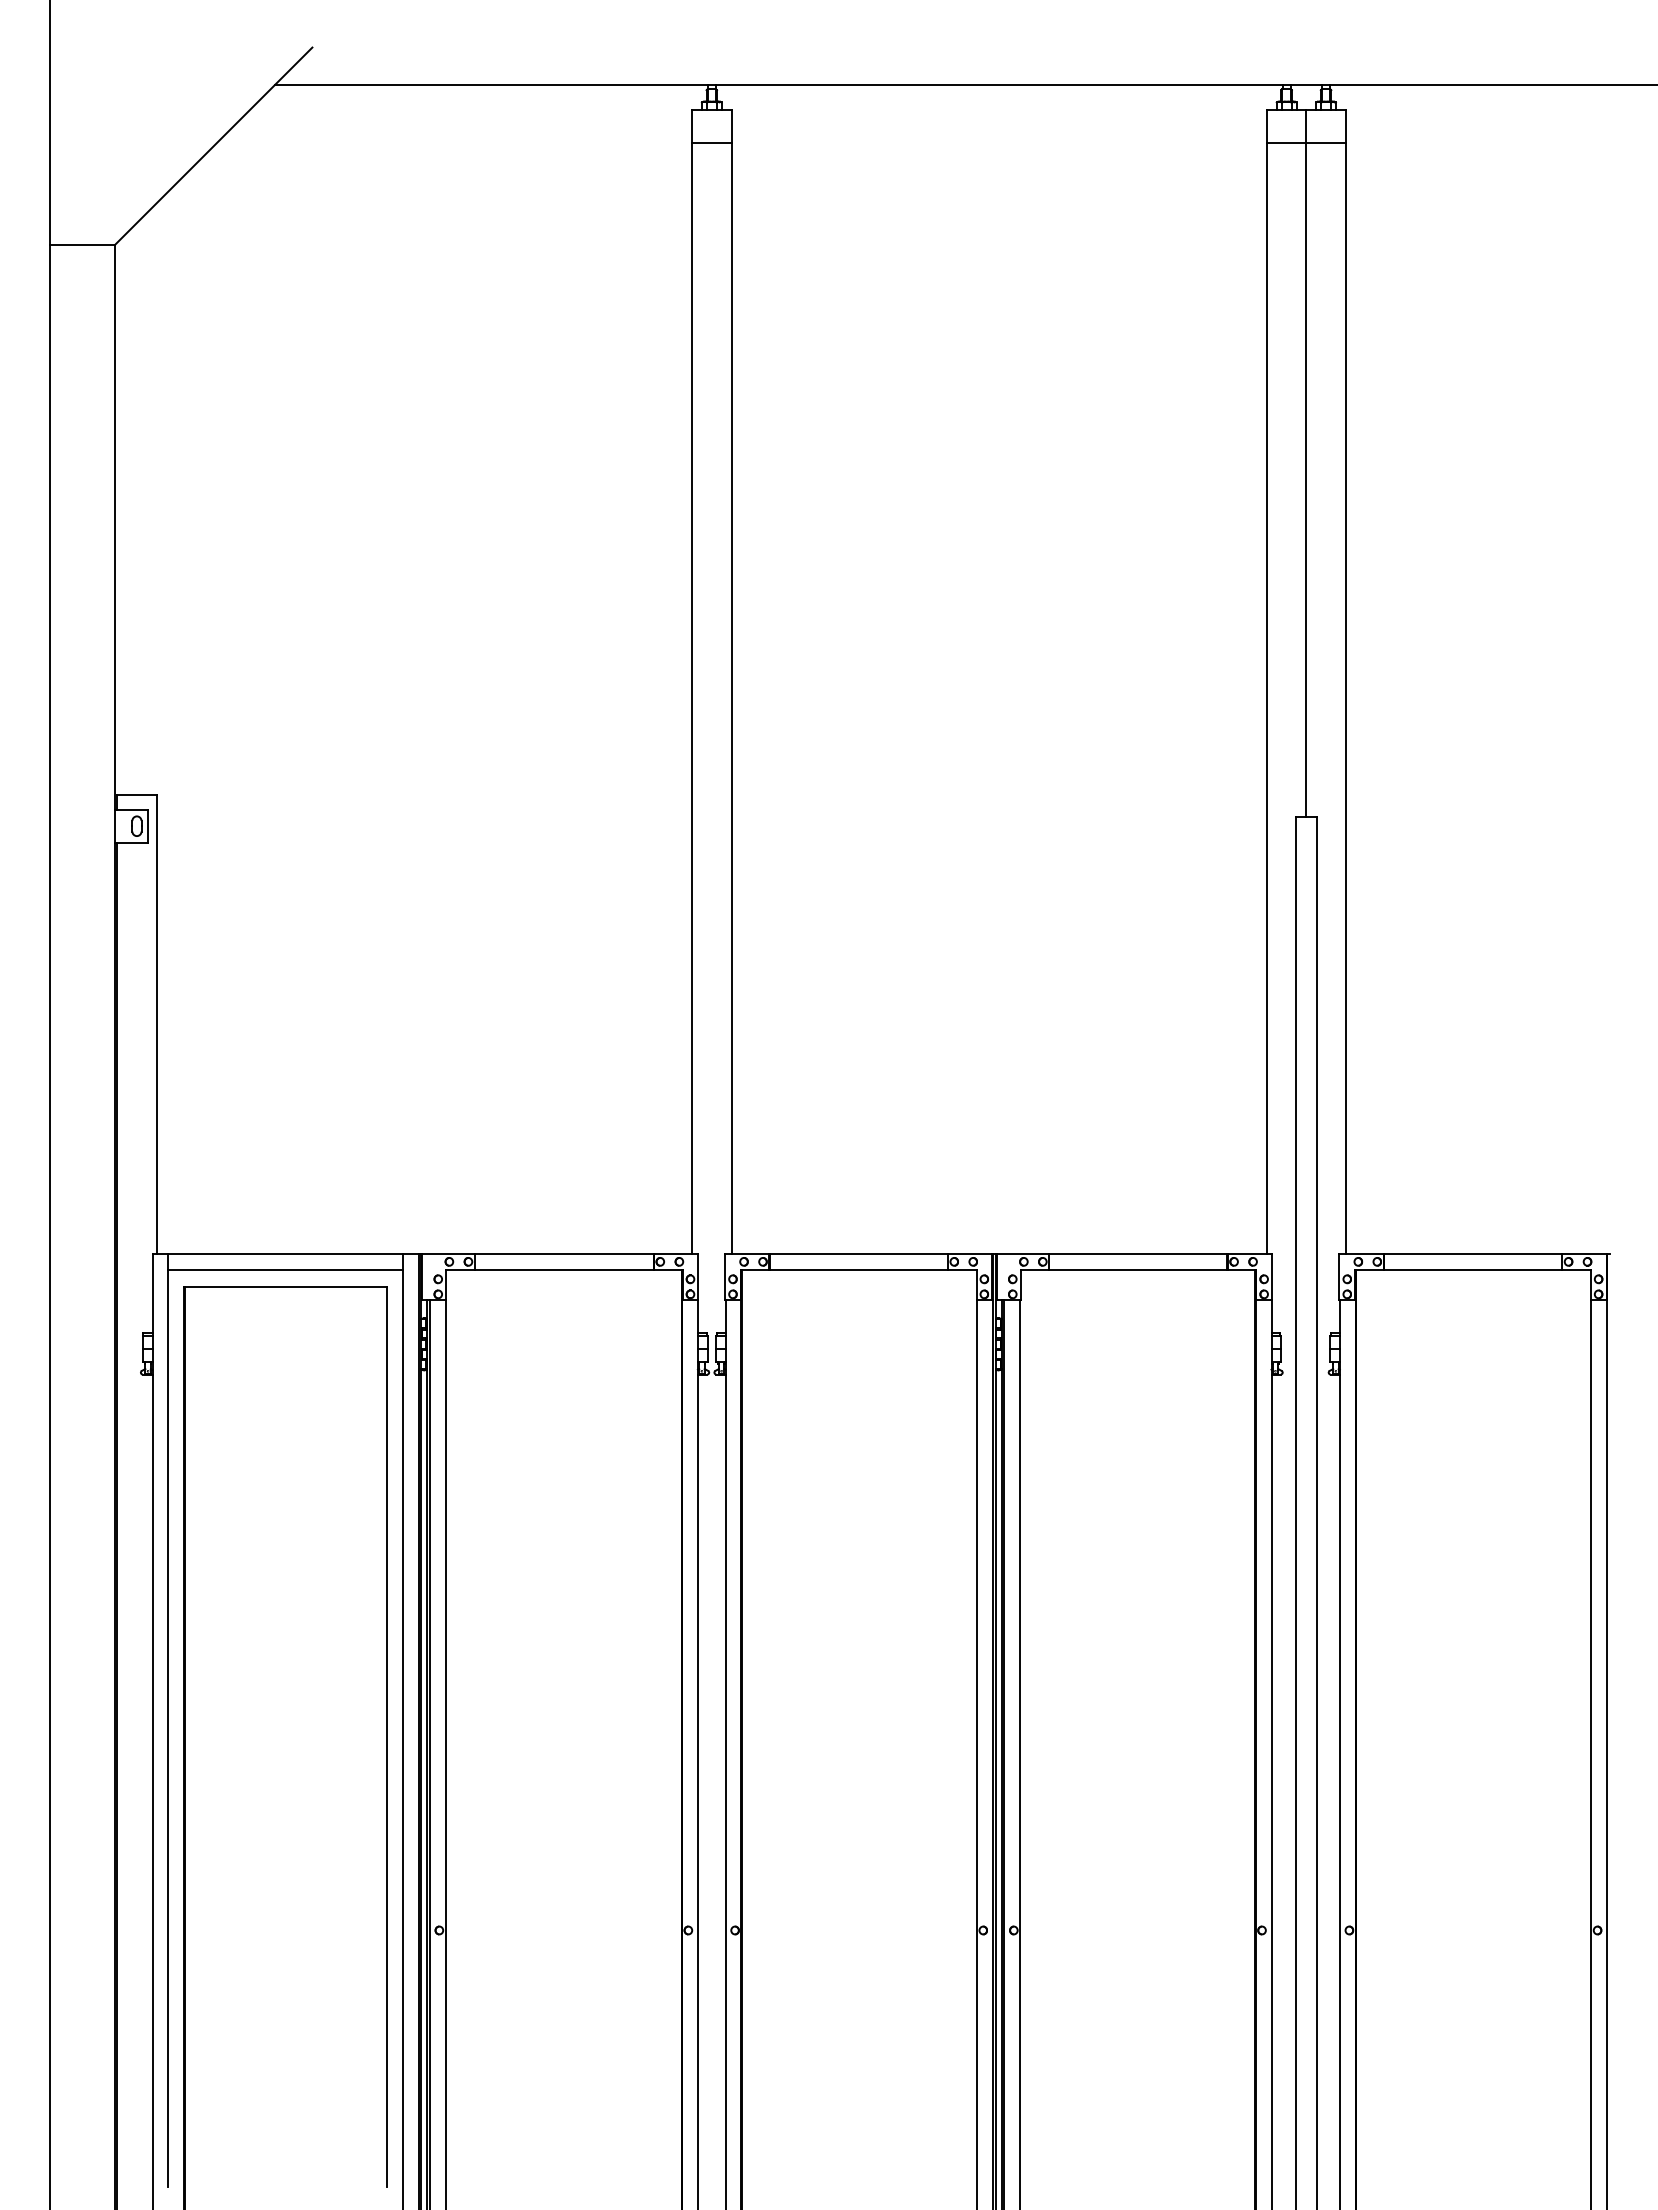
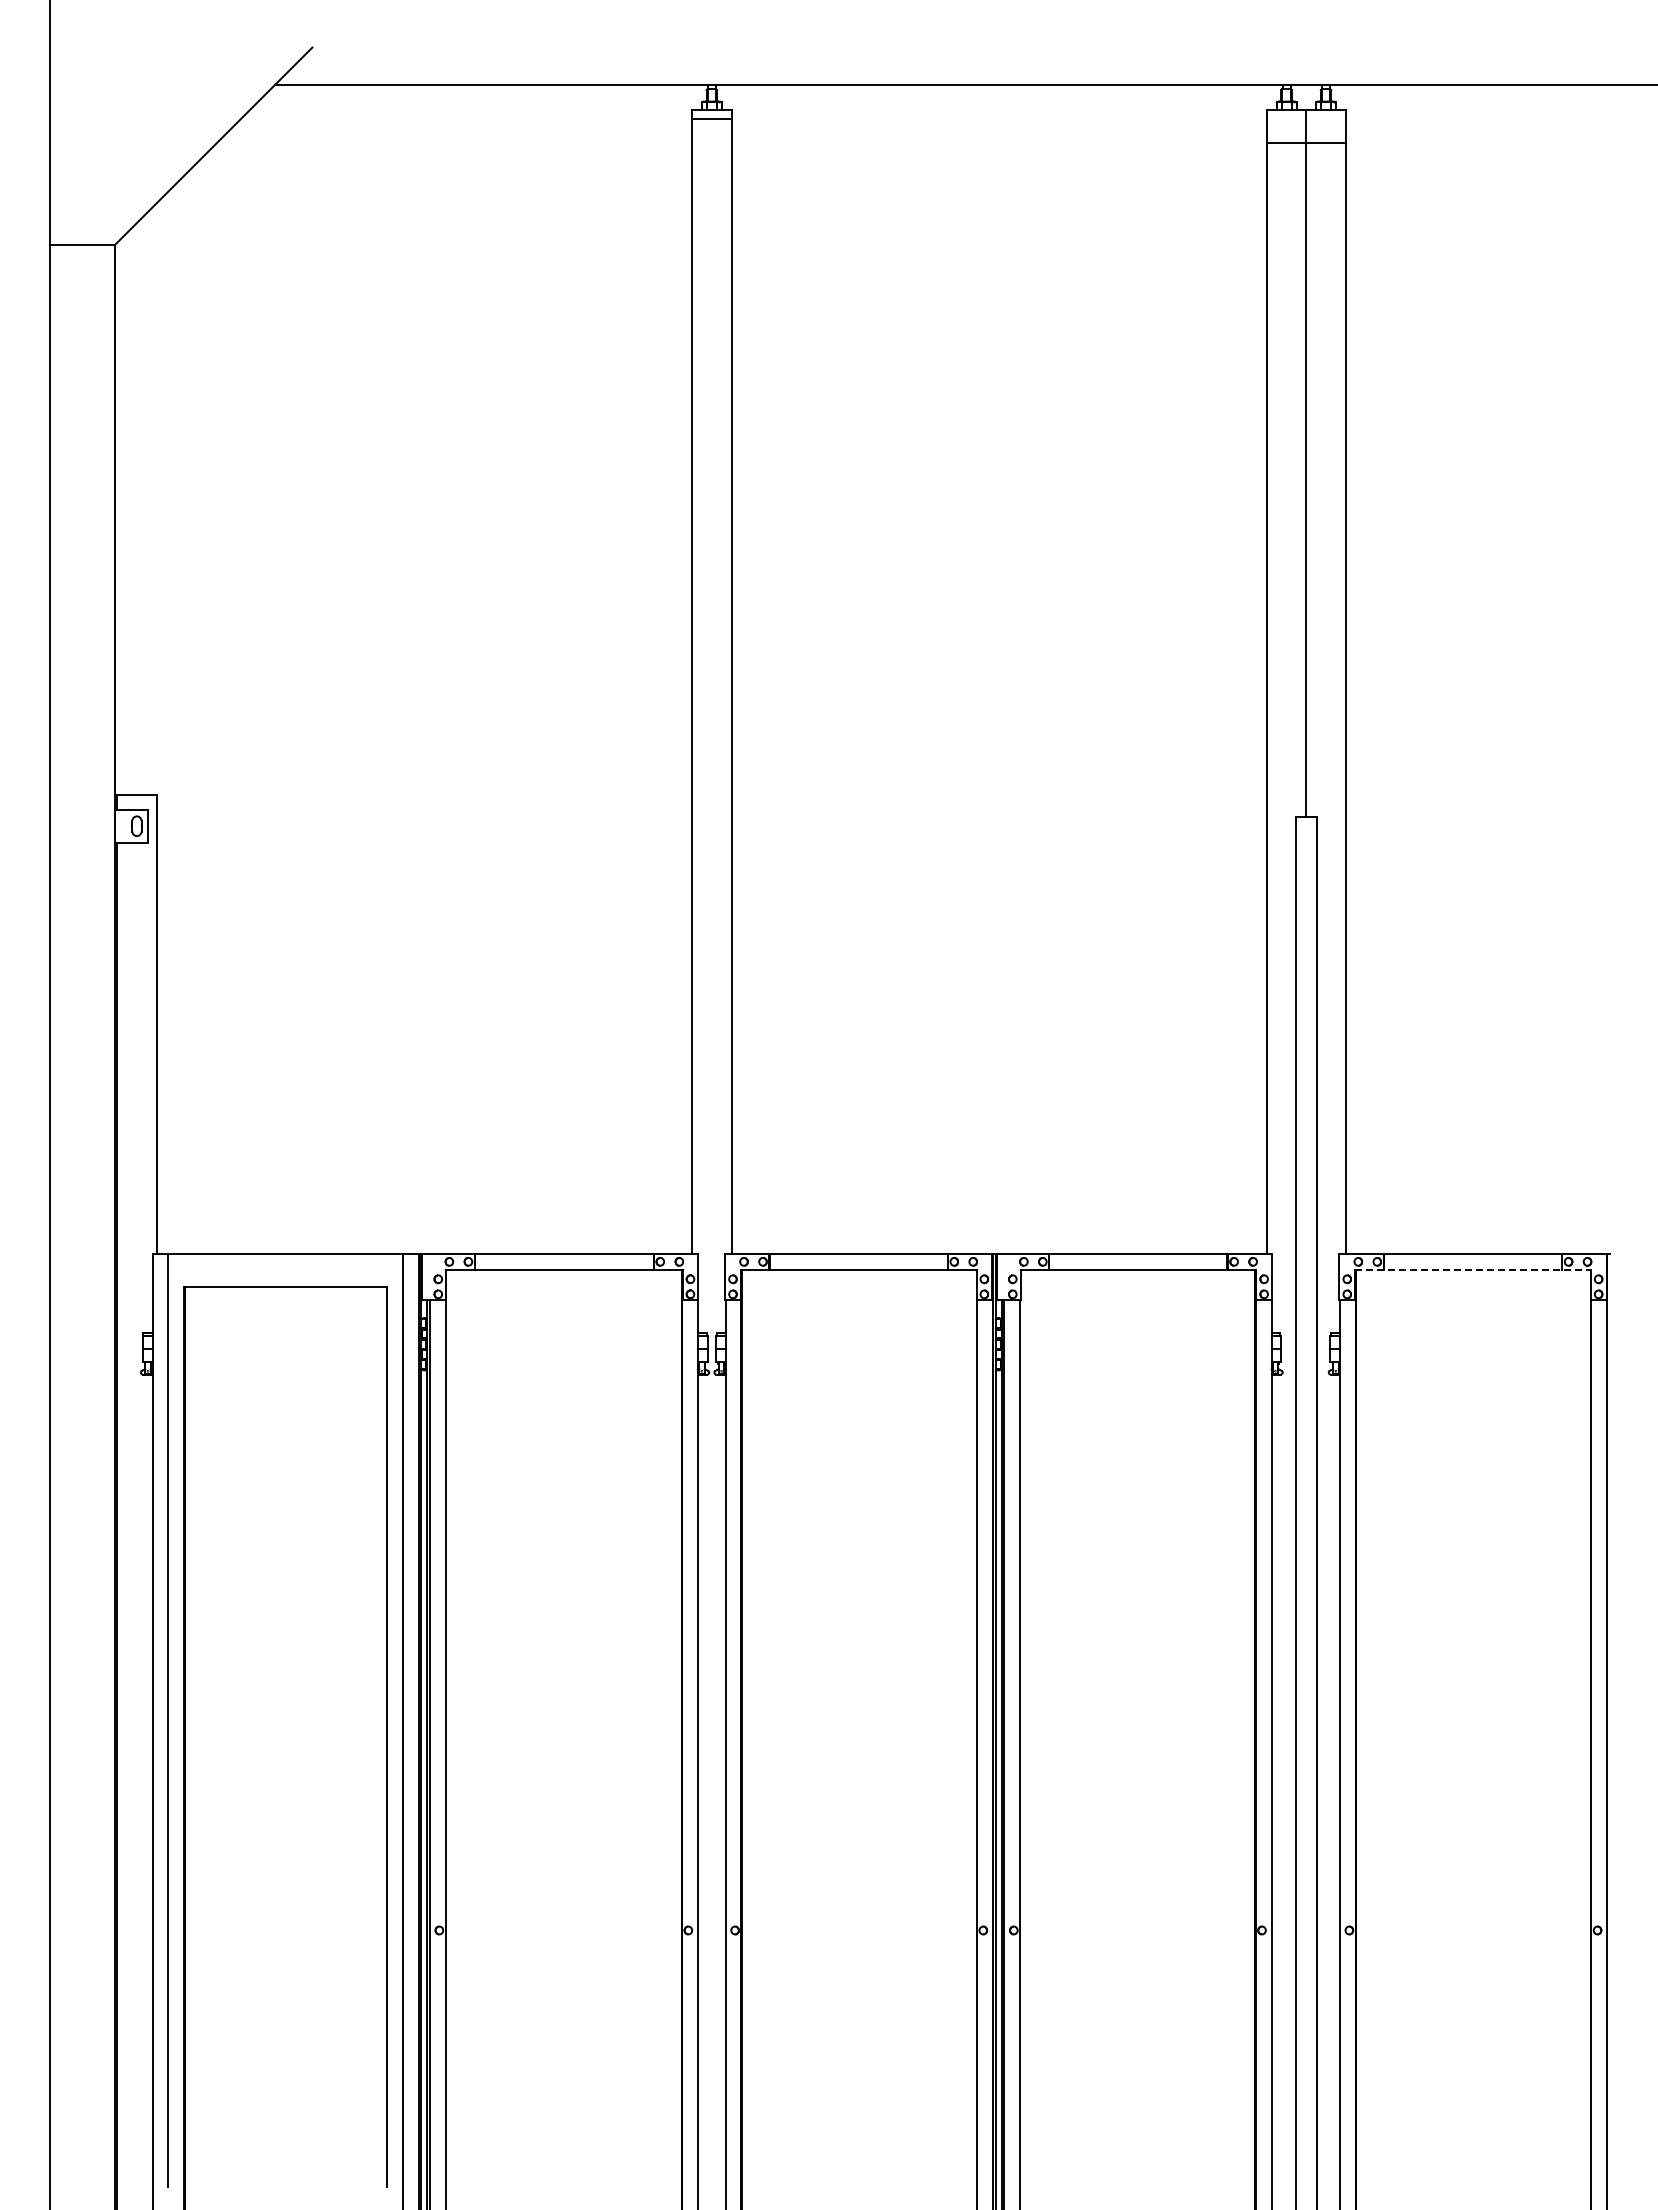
line at (711, 143) position: (711, 143) -> (711, 119)
line at (285, 1270): present -> none
line at (1473, 1270): solid -> dashed
